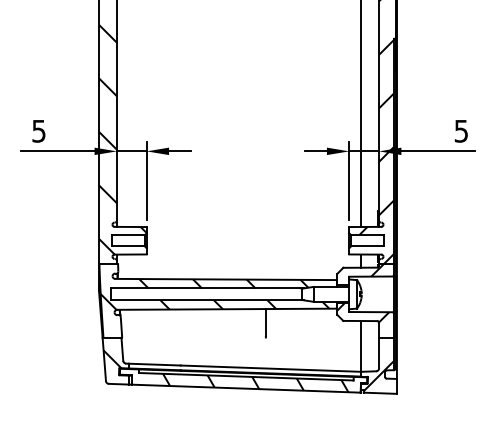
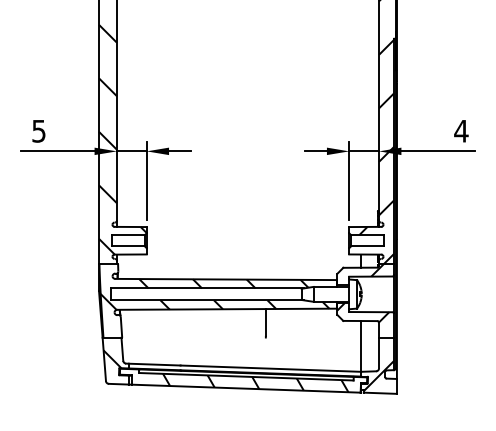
line at (361, 114): present -> none
text at (461, 131): 5 -> 4
